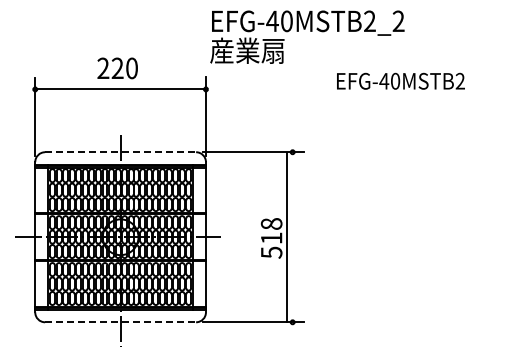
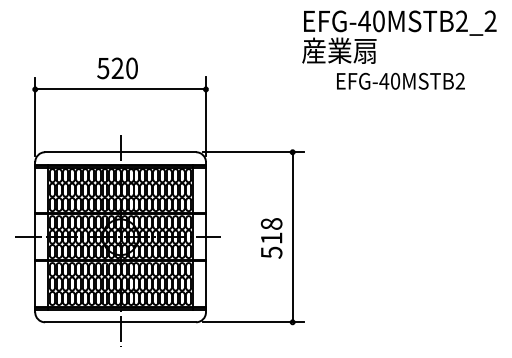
text at (307, 36) position: (307, 36) -> (399, 36)
text at (103, 68): 220 -> 520
line at (120, 152): dashed -> solid
line at (286, 236) position: (286, 236) -> (292, 236)
line at (120, 322): dashed -> solid
